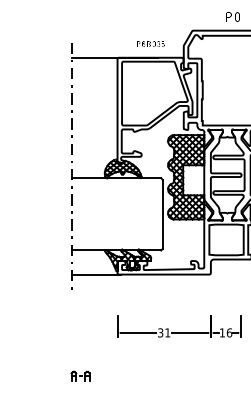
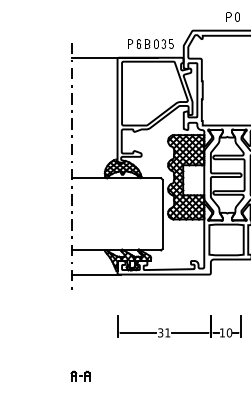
part at (150, 43) size: 28x6 px -> 46x10 px
text at (229, 332): 16 -> 10
